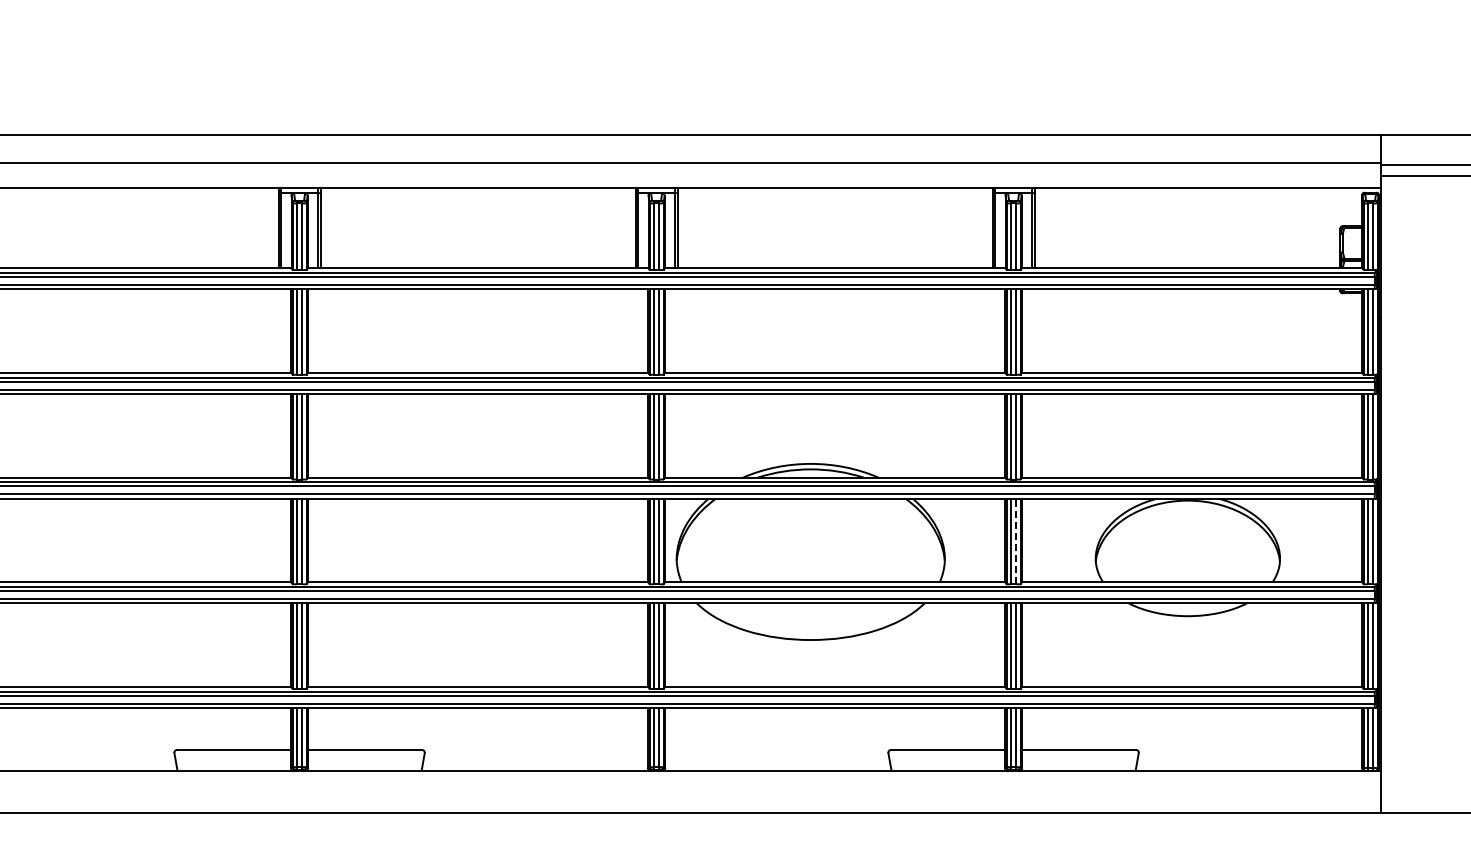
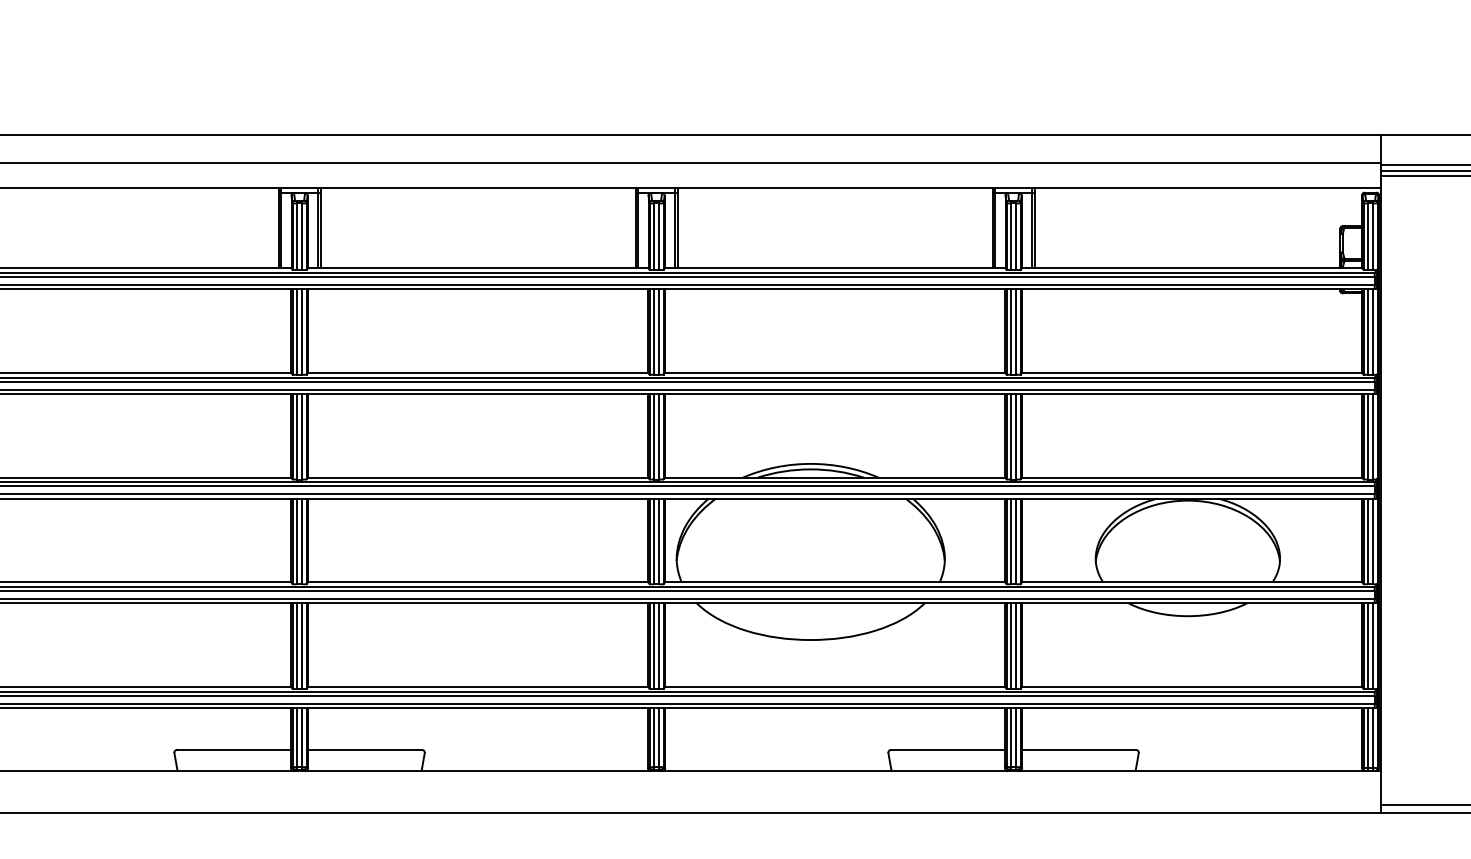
line at (1423, 171): none -> present
line at (1016, 541): dashed -> solid
line at (1423, 804): none -> present
